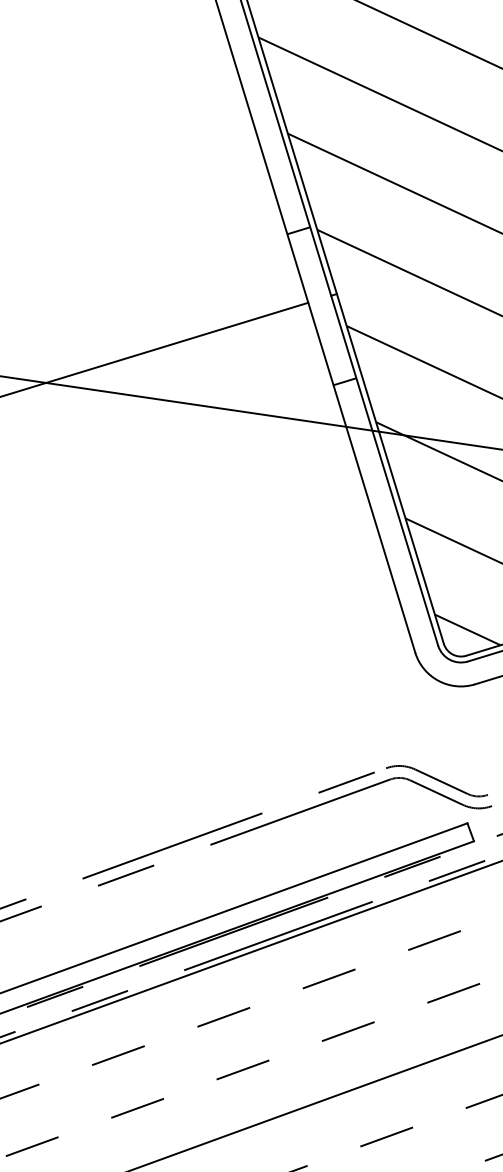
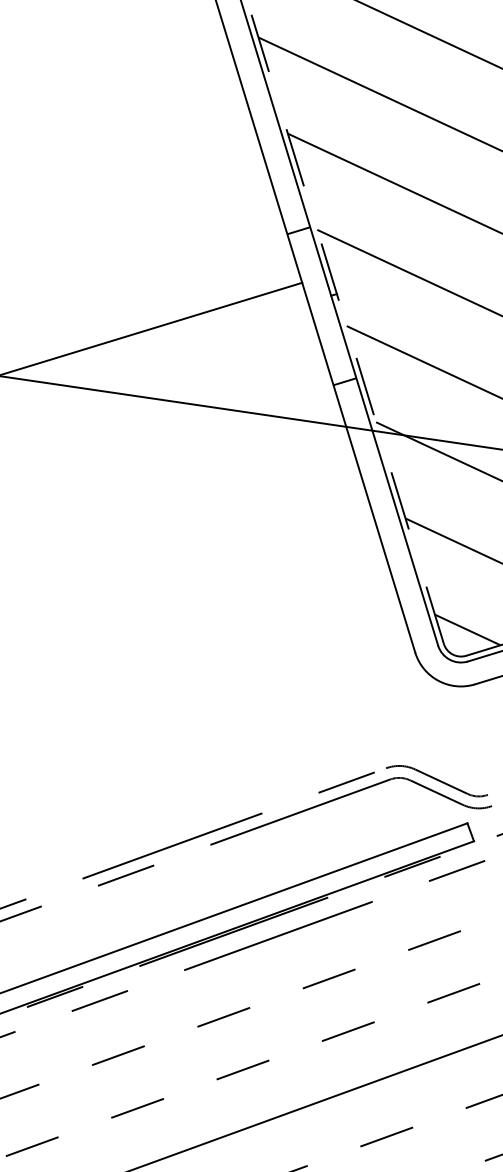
line at (345, 321): solid -> dashed
line at (155, 349) position: (155, 349) -> (152, 328)
line at (250, 952): present -> none
